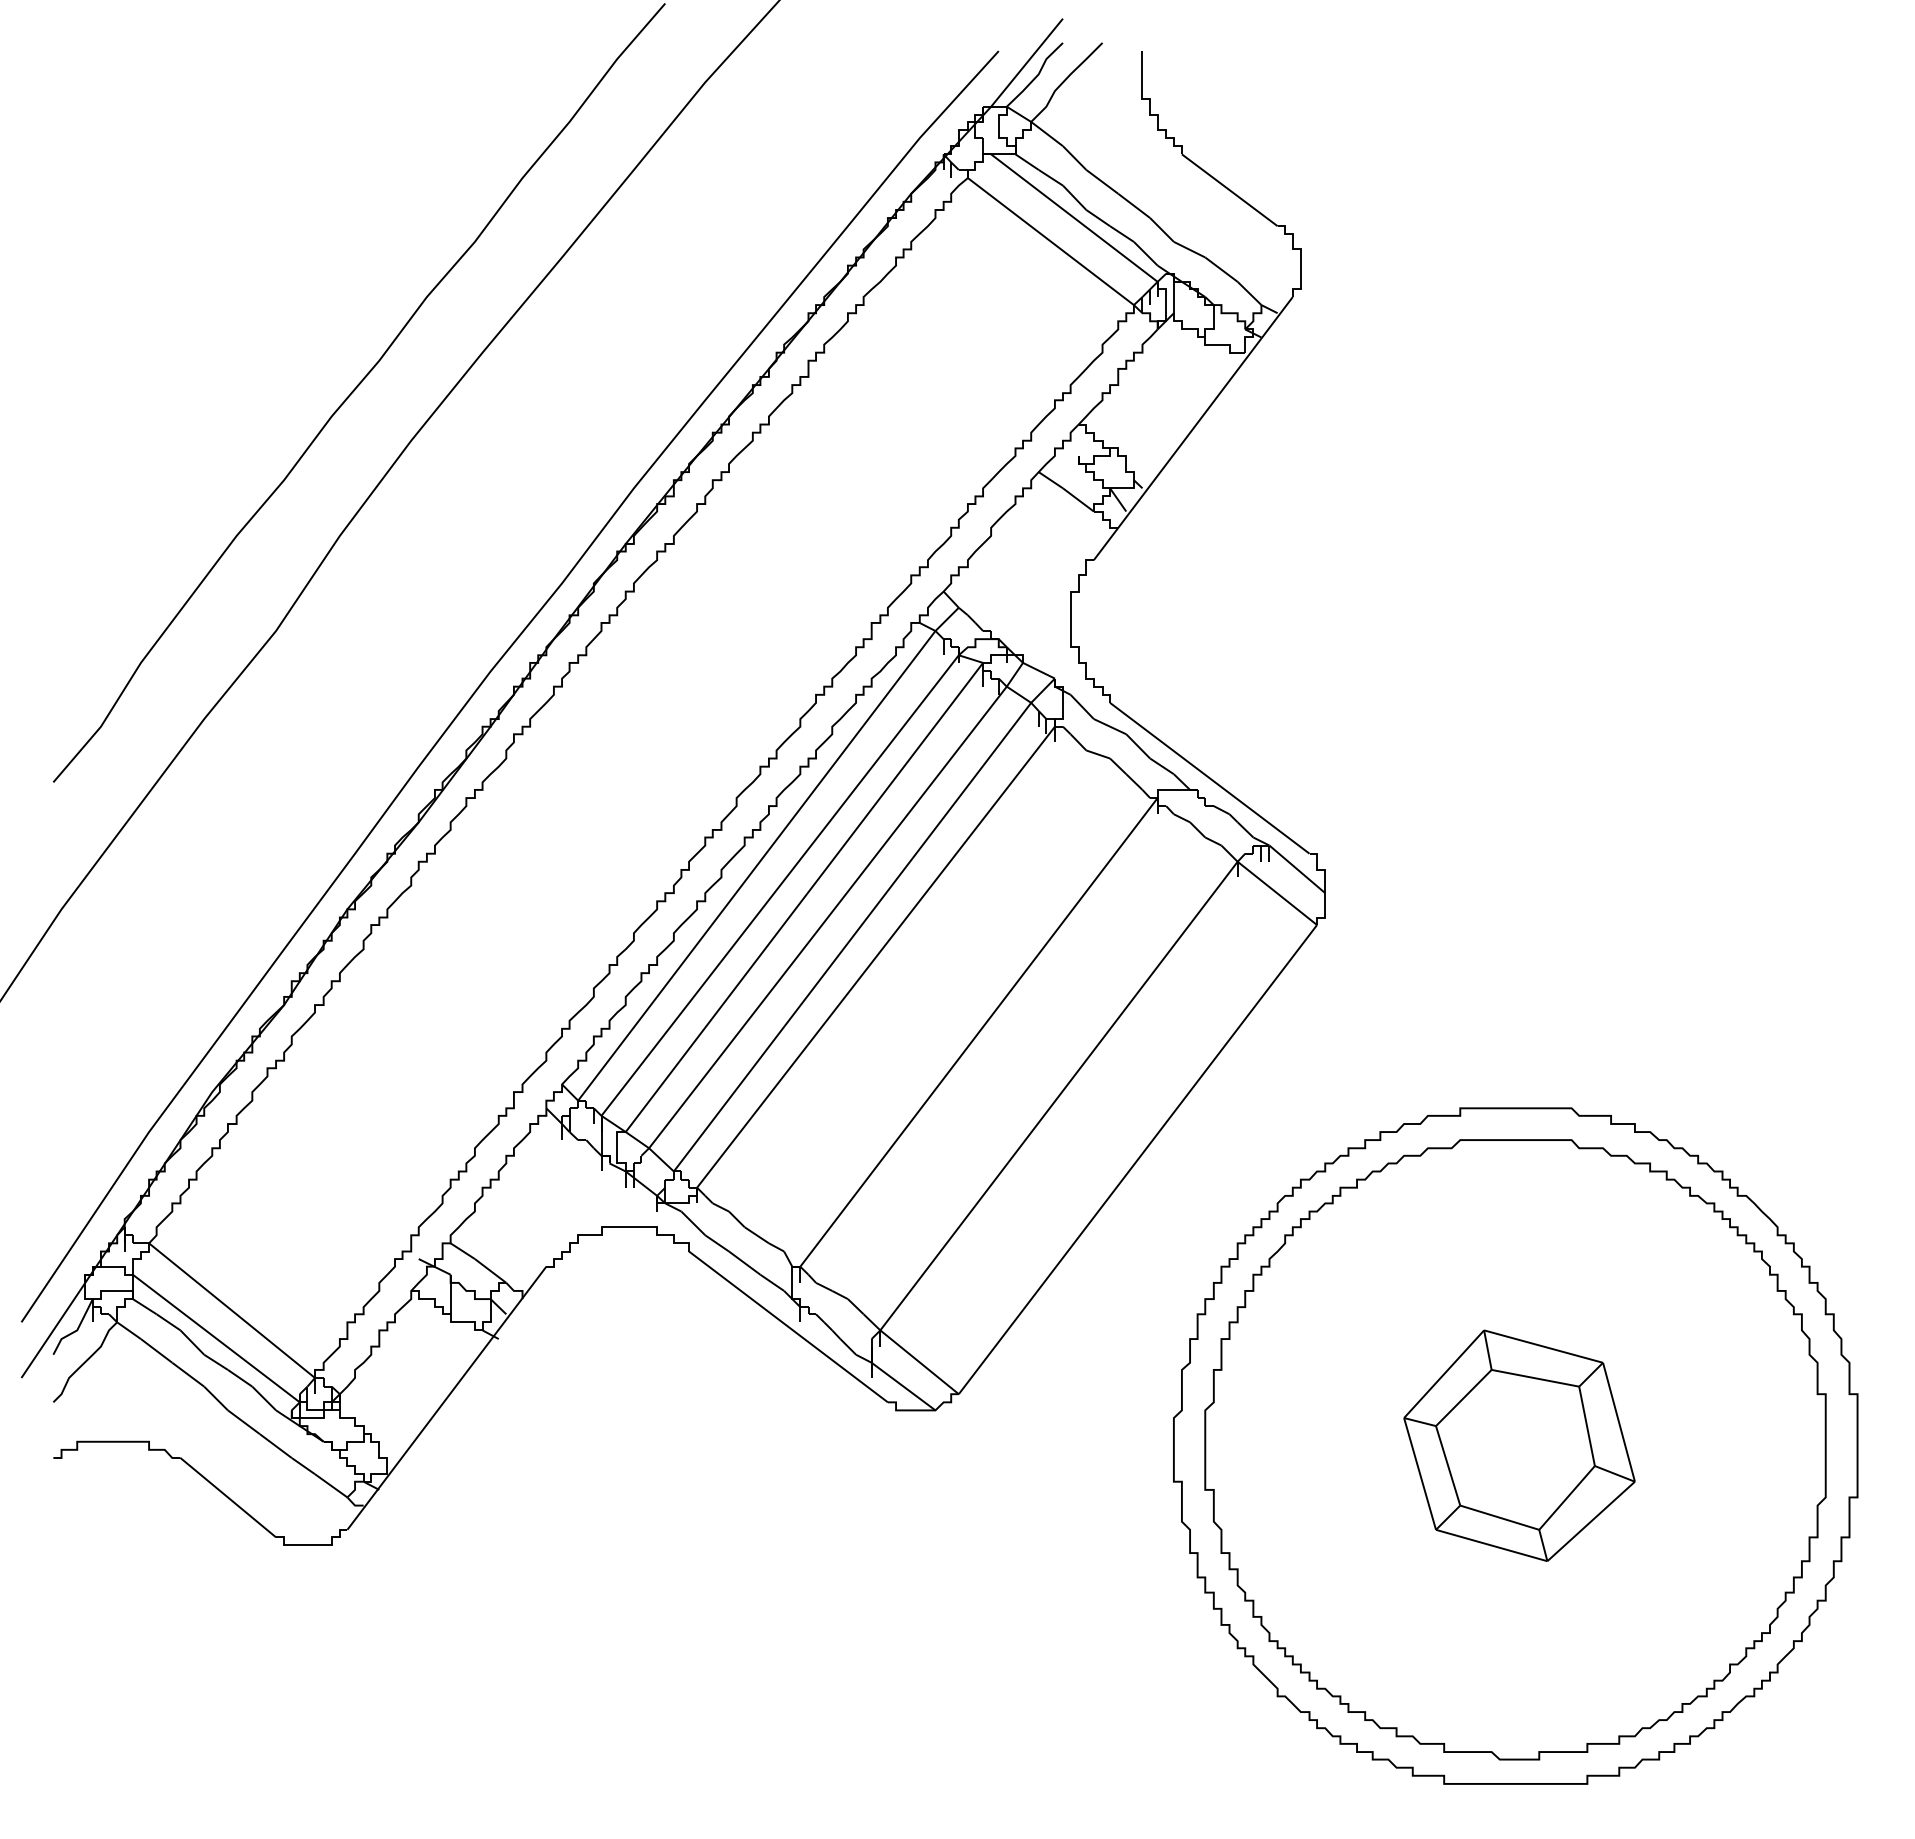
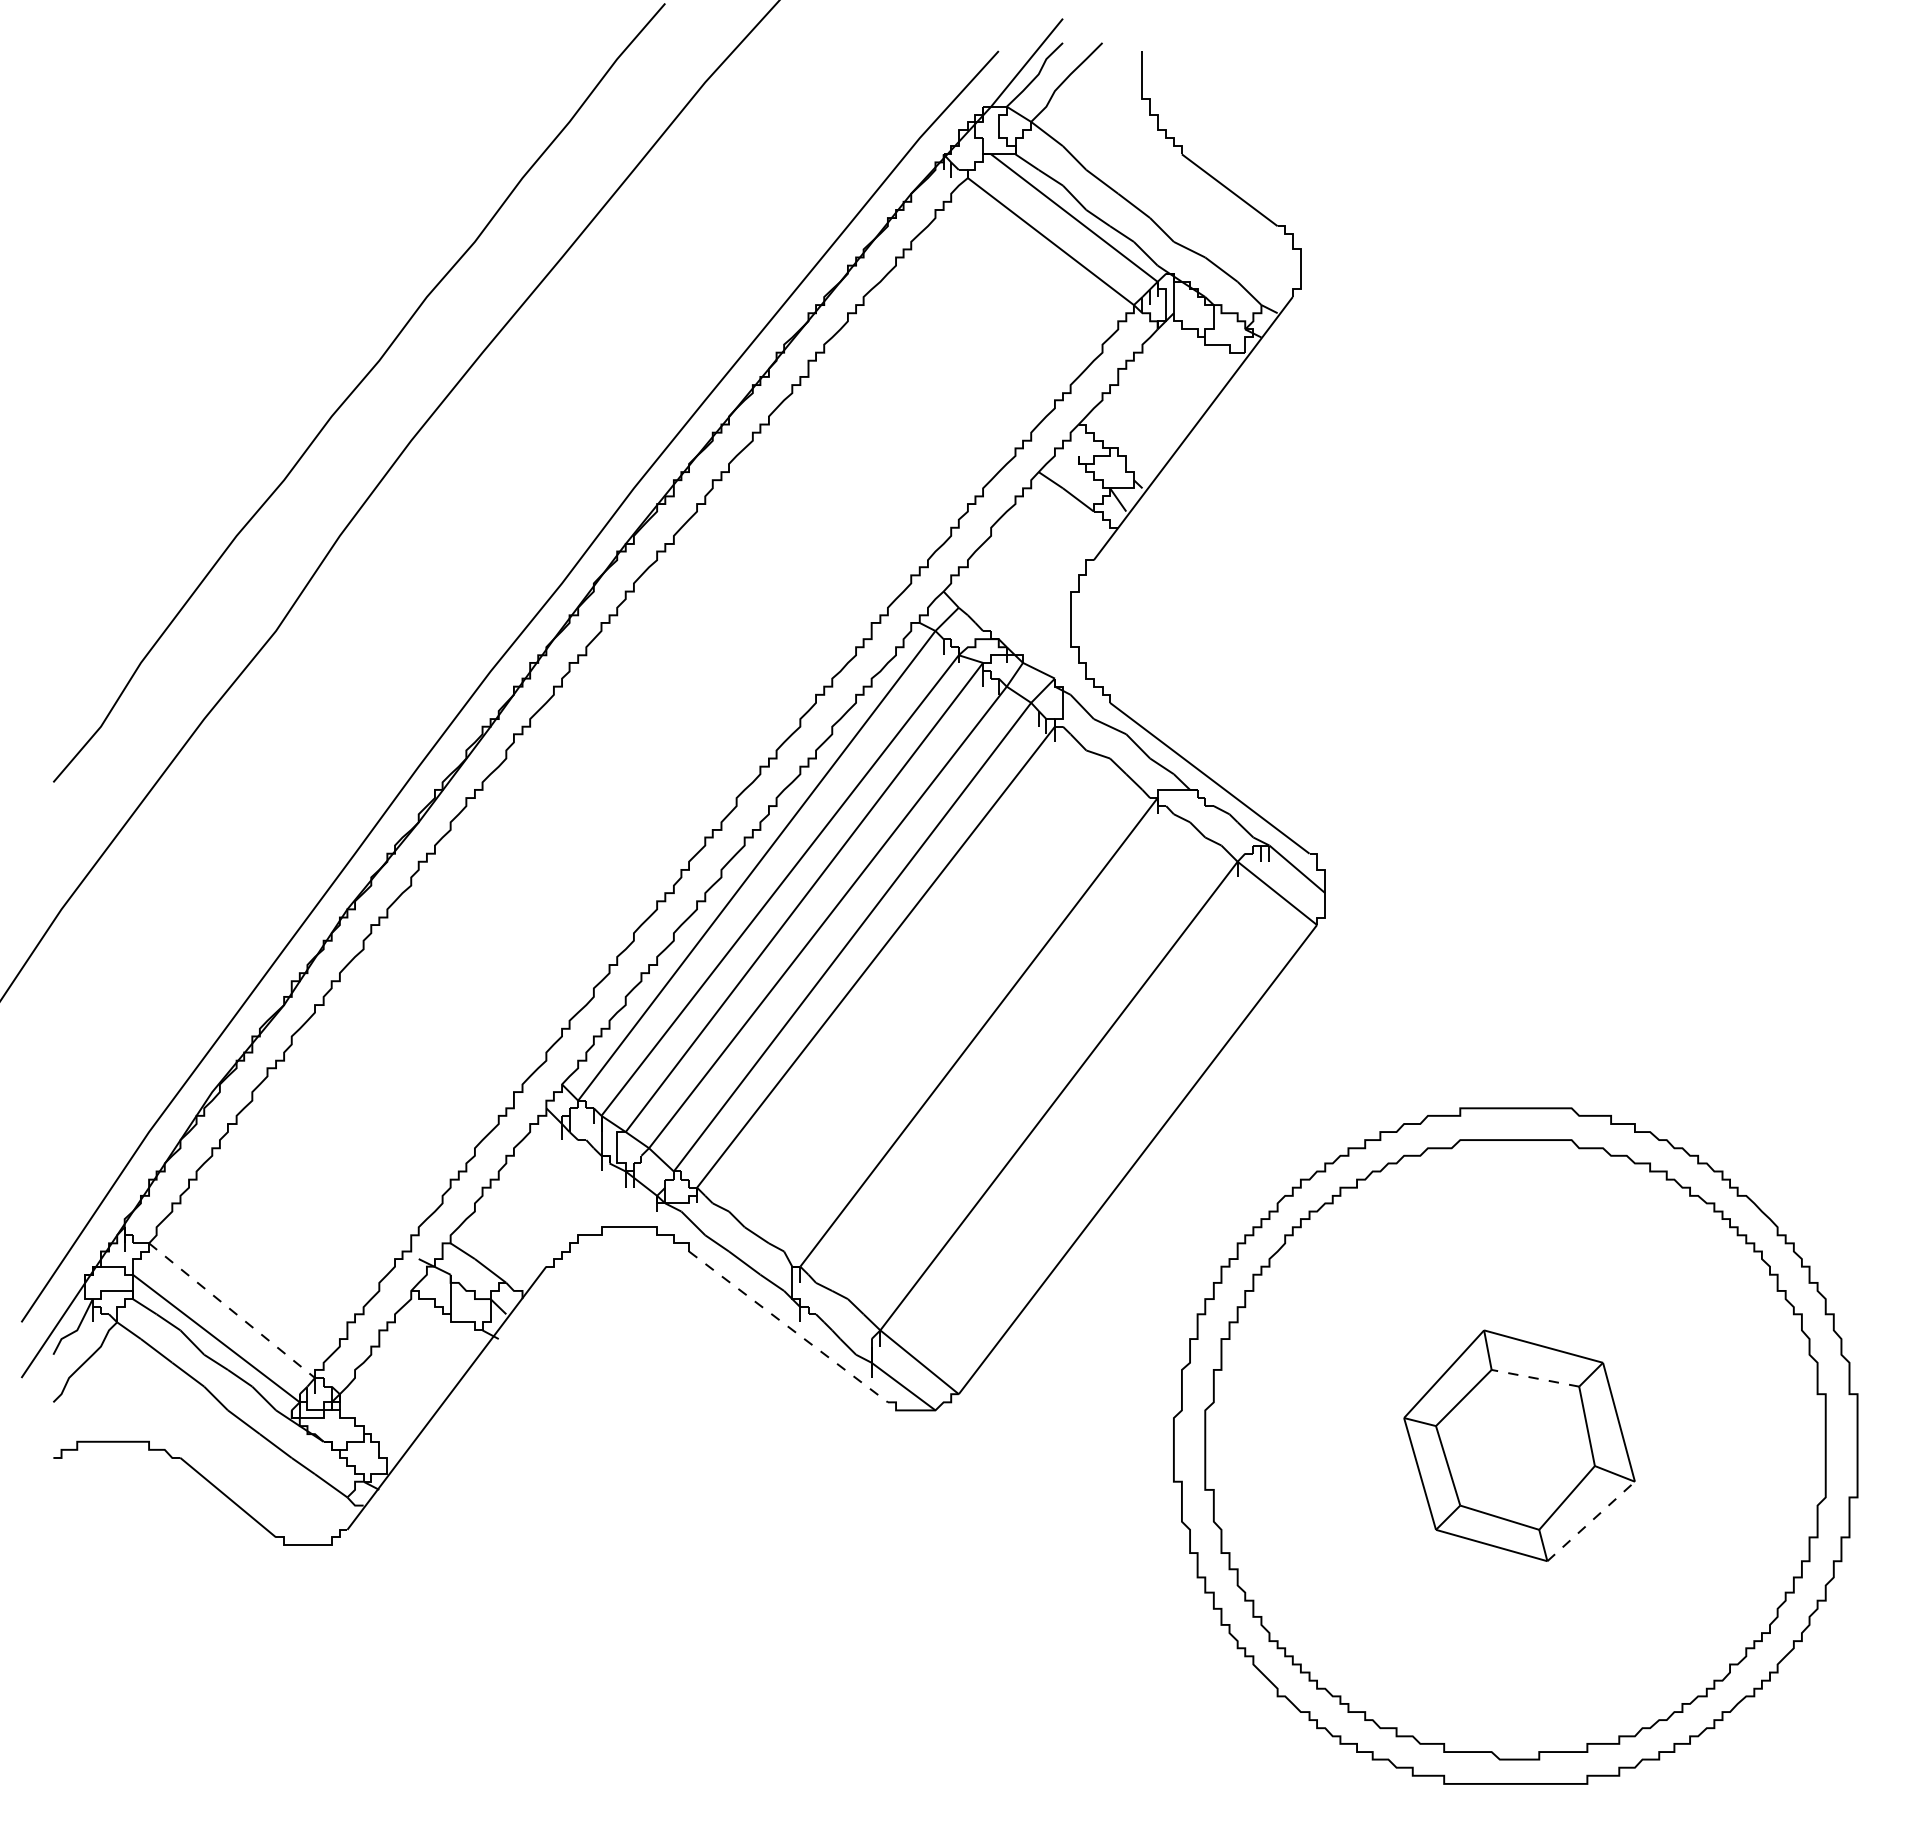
line at (232, 1310): solid -> dashed
line at (788, 1326): solid -> dashed
line at (1535, 1378): solid -> dashed
line at (1591, 1521): solid -> dashed
